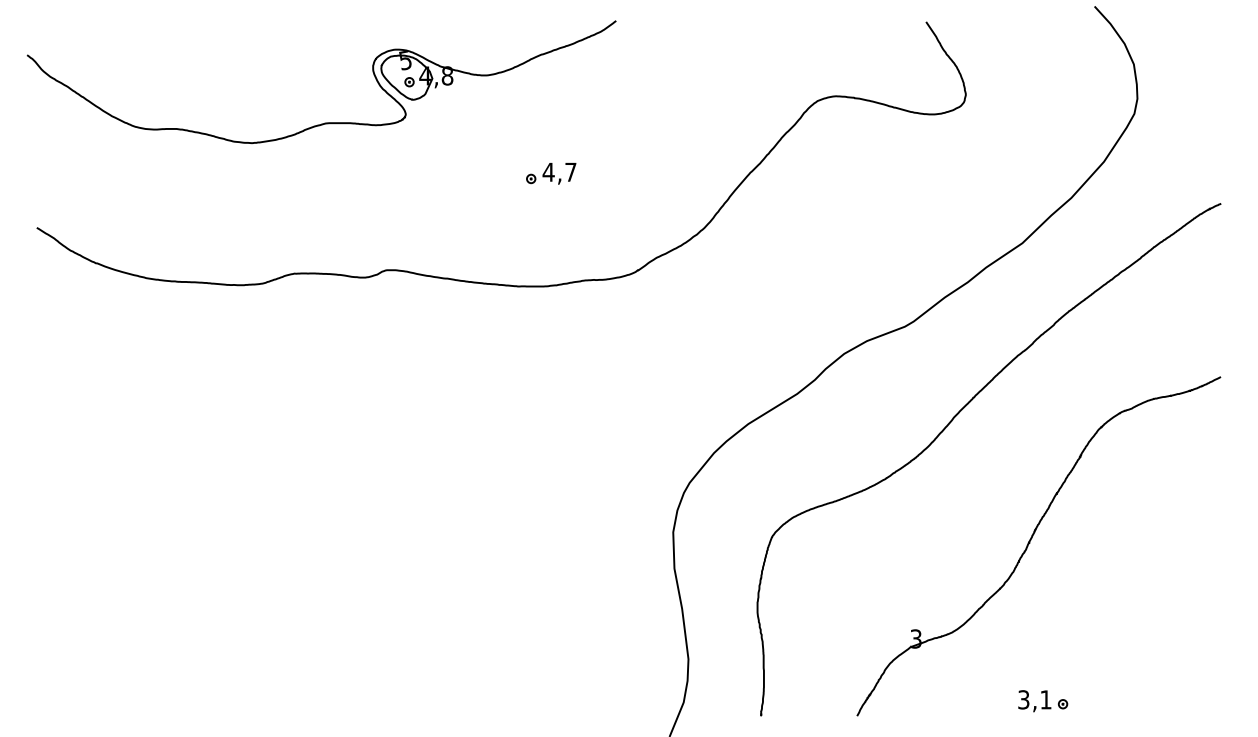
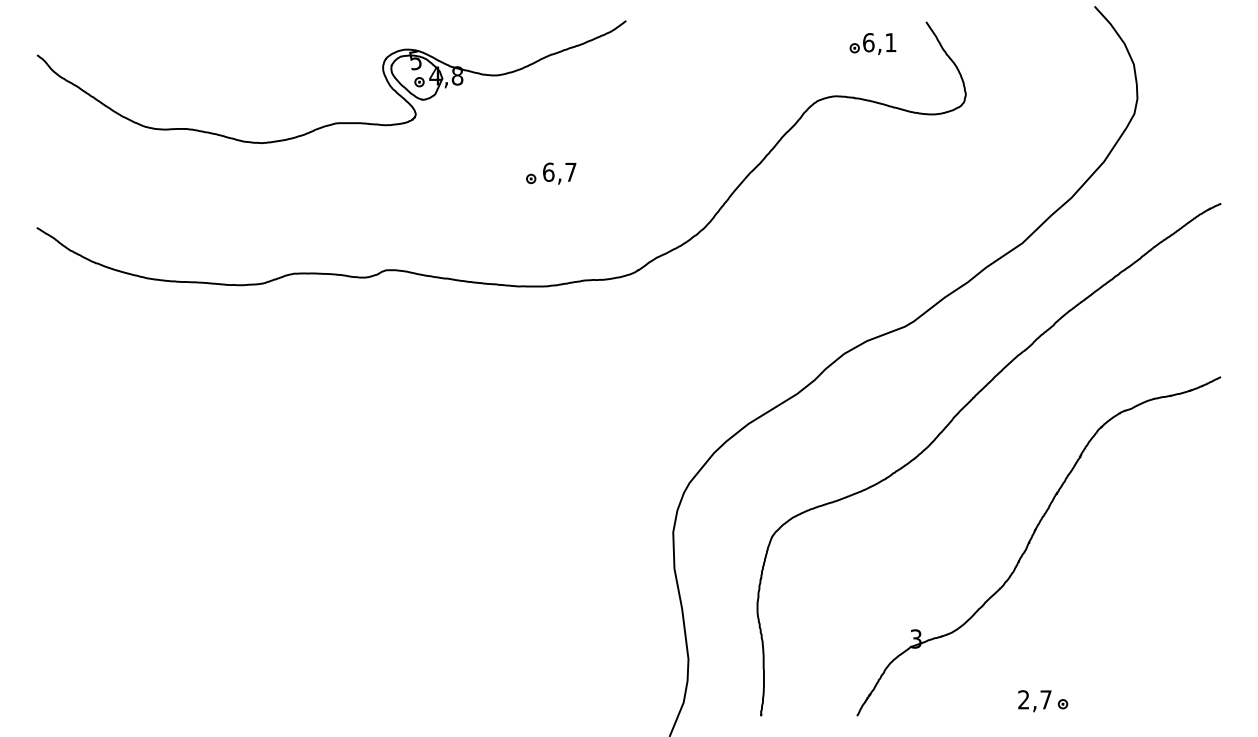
part at (872, 43): none -> present
part at (324, 122) position: (324, 122) -> (334, 122)
text at (548, 171): 4,7 -> 6,7
text at (1034, 699): 3,1 -> 2,7
